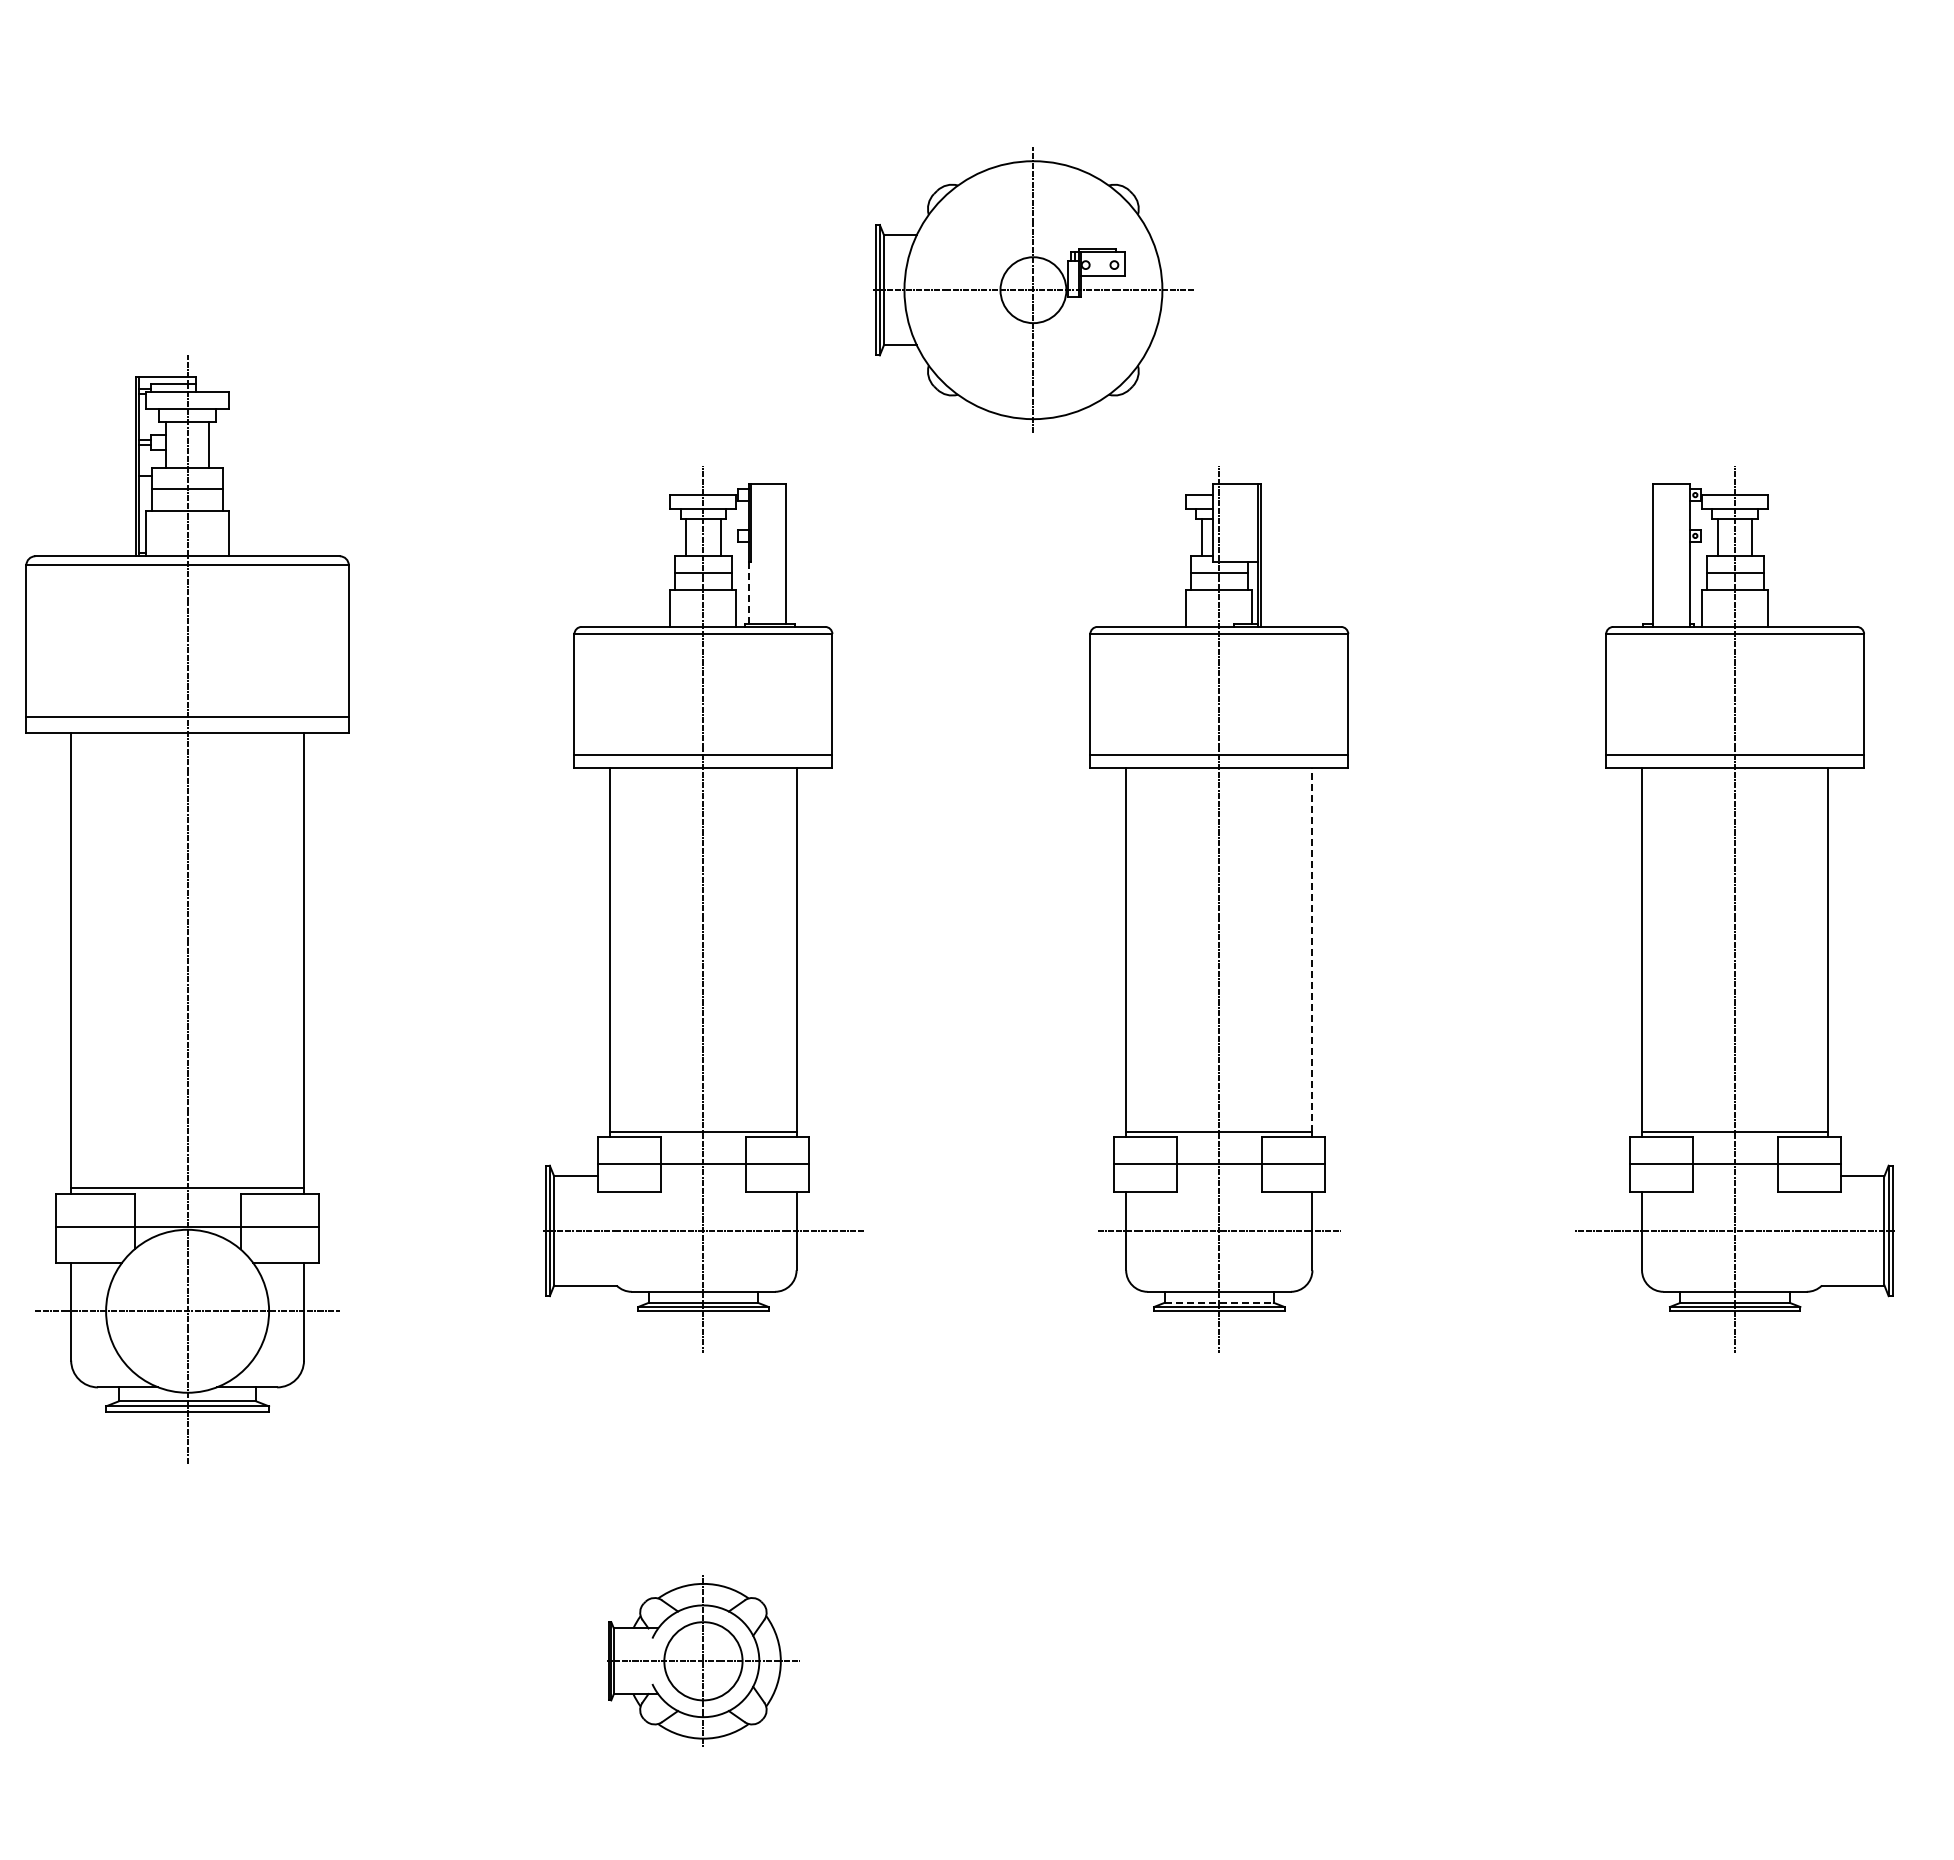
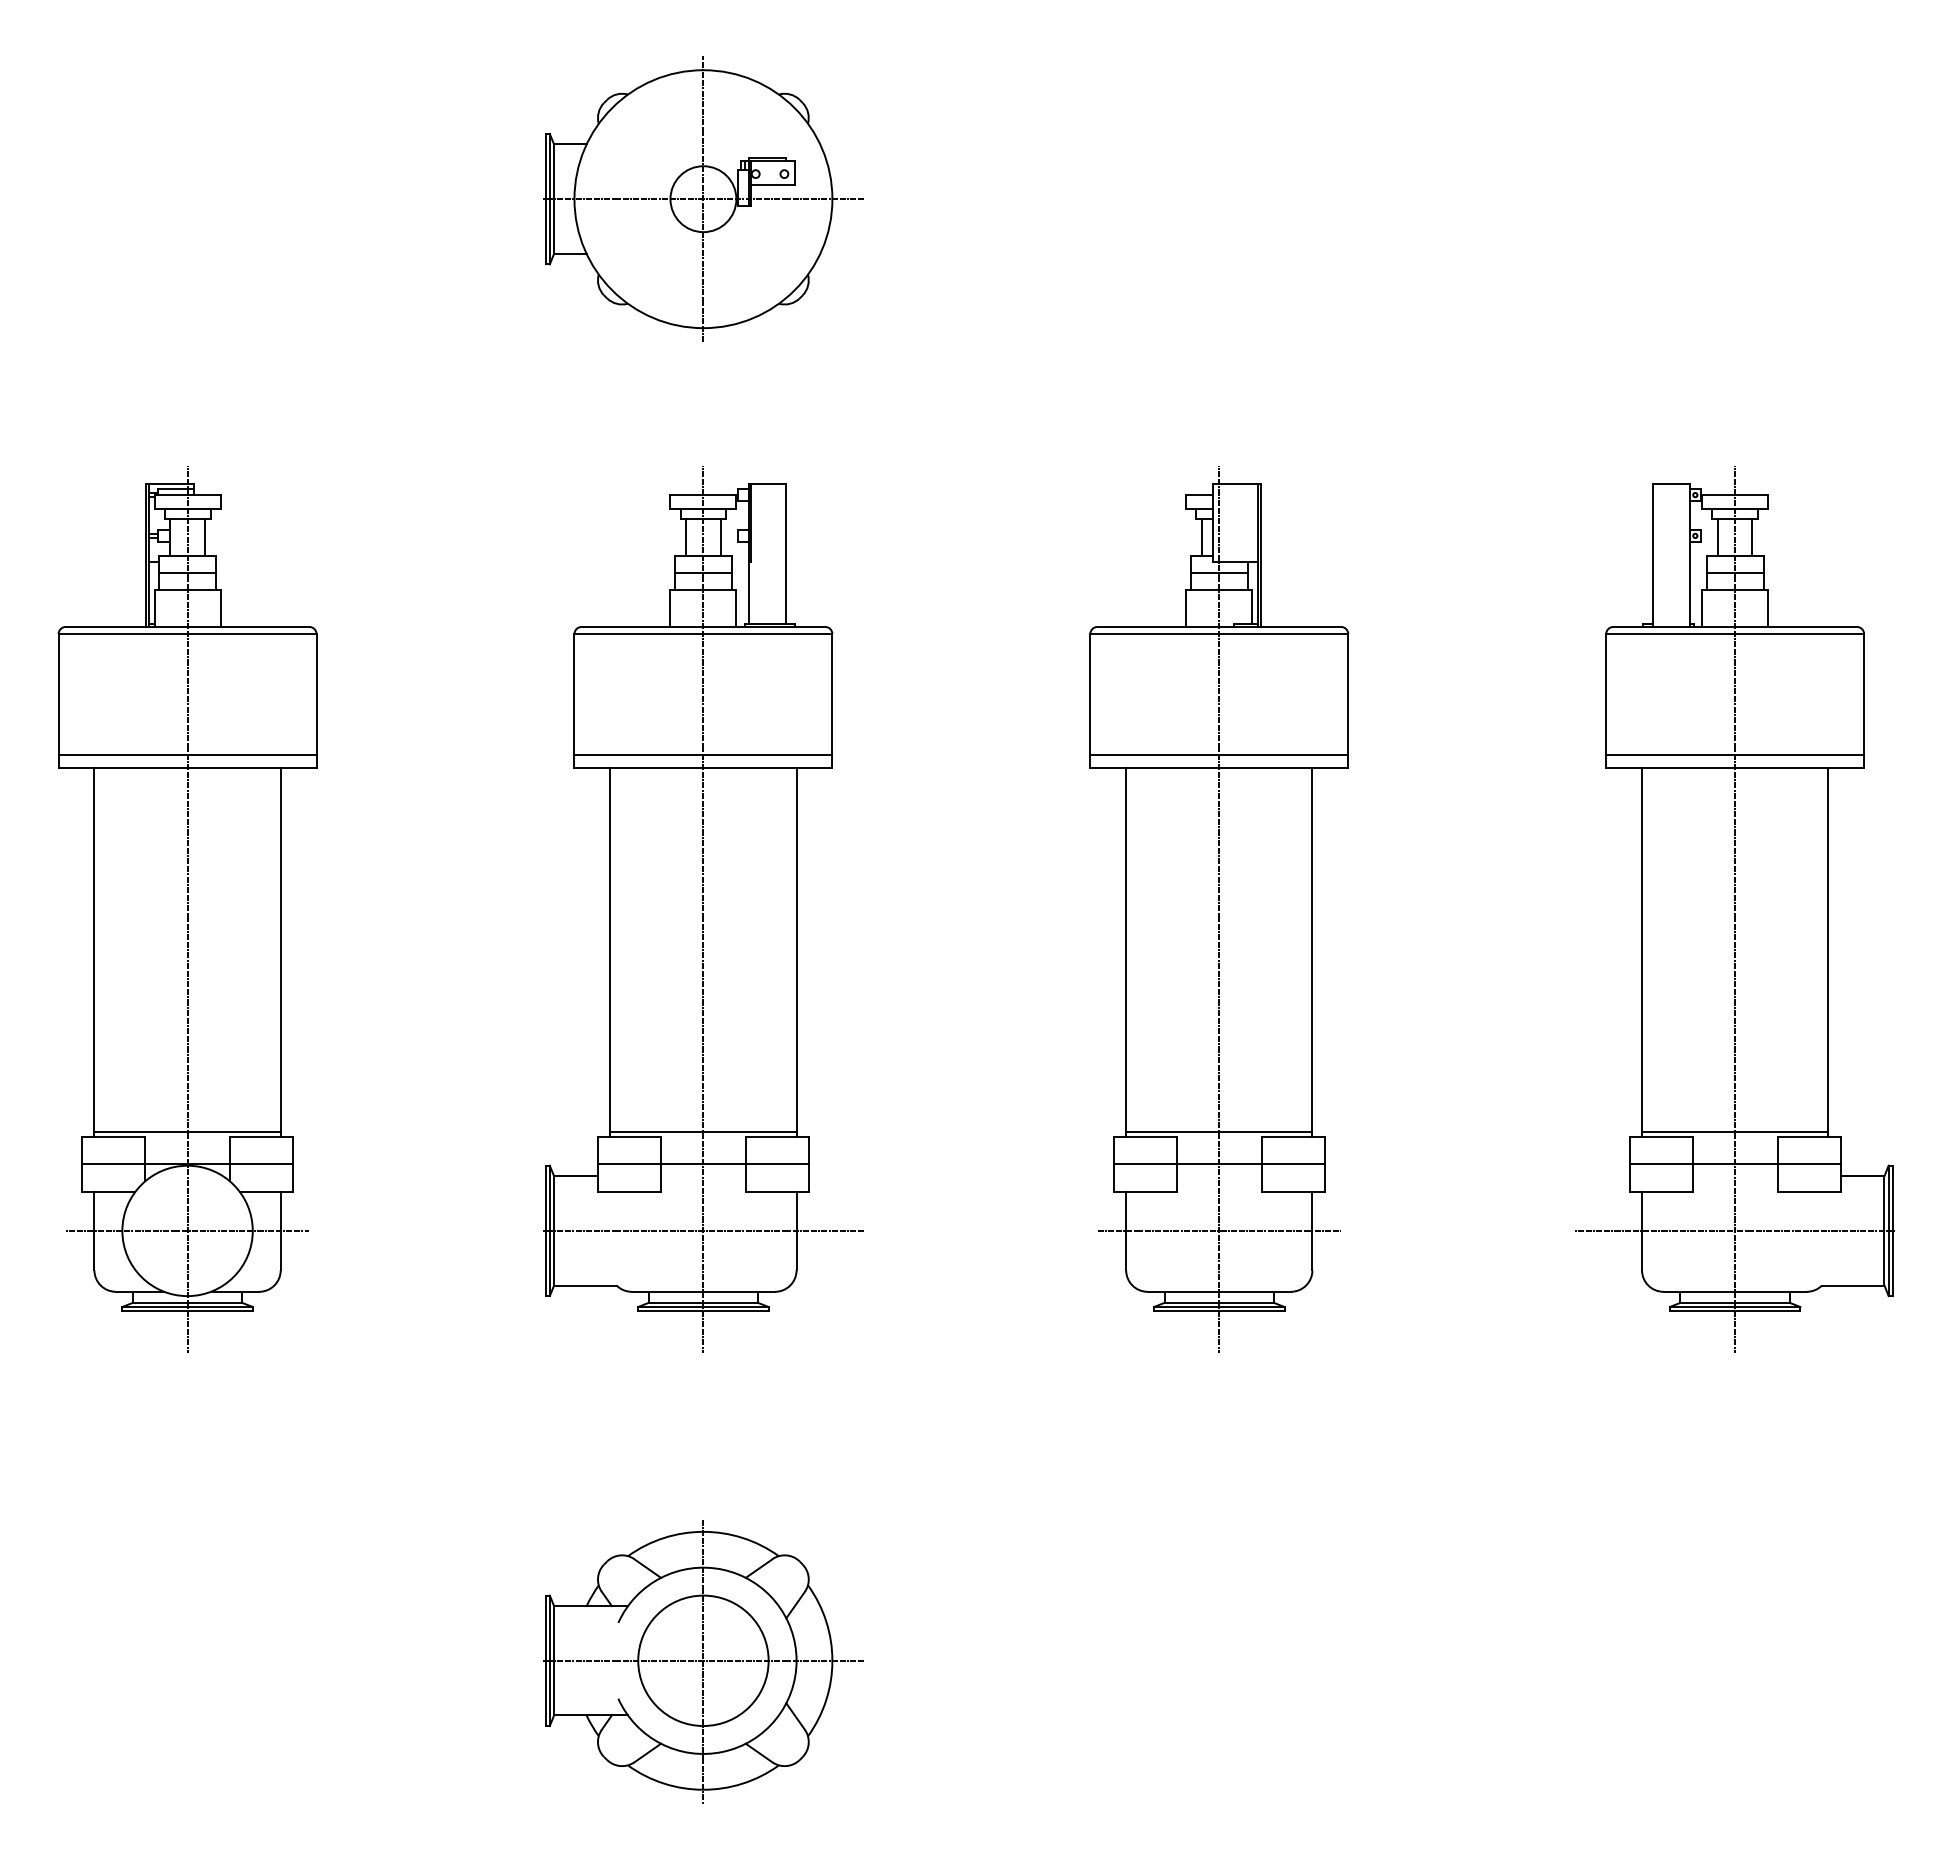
part at (1033, 289) position: (1033, 289) -> (703, 198)
line at (748, 593): dashed -> solid
part at (187, 909) size: 325x1109 px -> 261x887 px
line at (1312, 950): dashed -> solid
line at (1219, 1302): dashed -> solid
part at (703, 1660) size: 193x172 px -> 321x284 px
